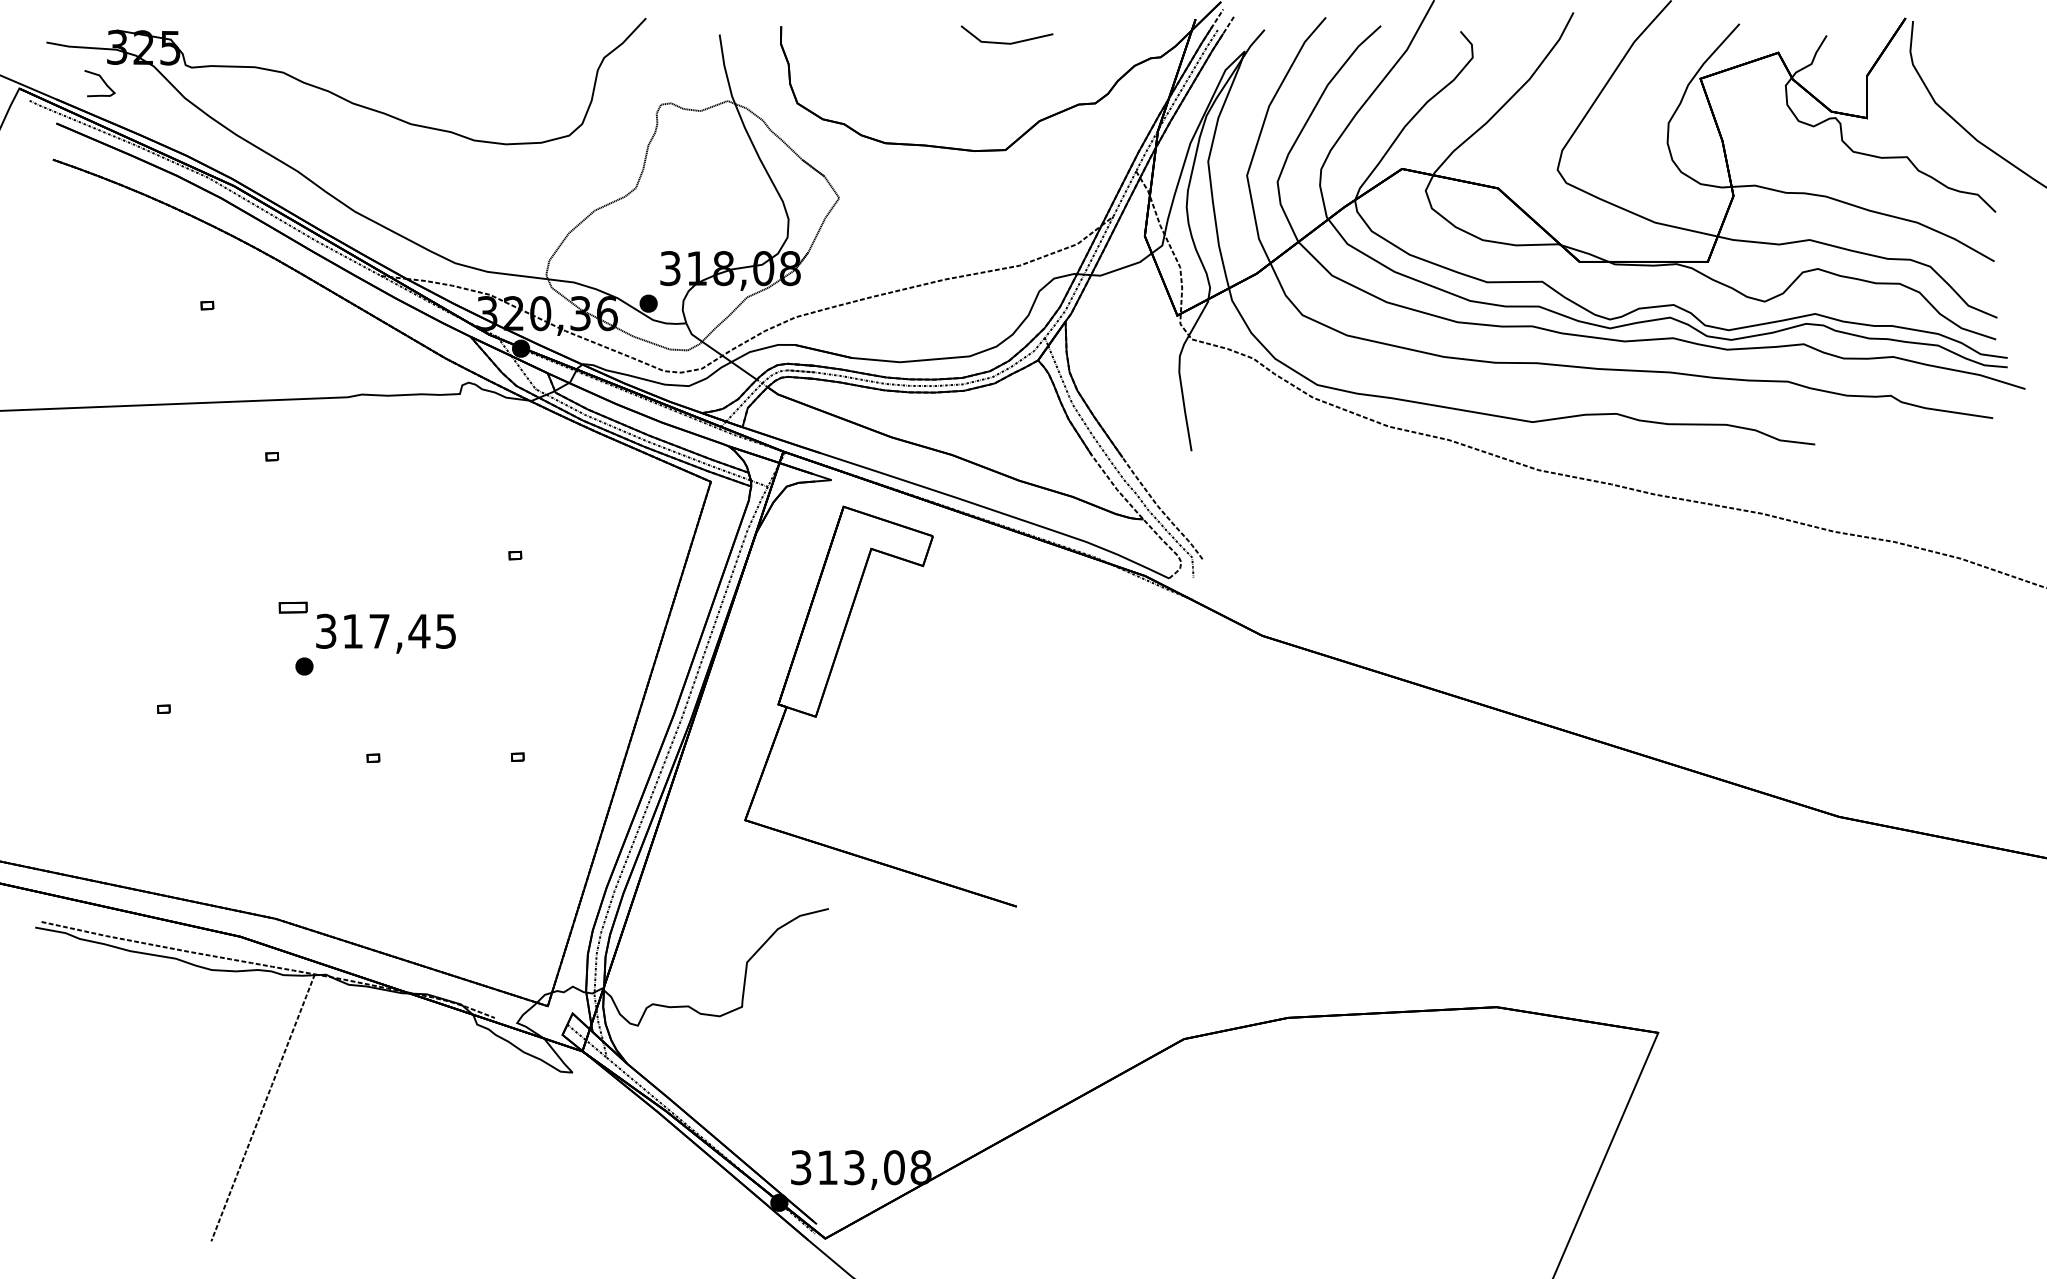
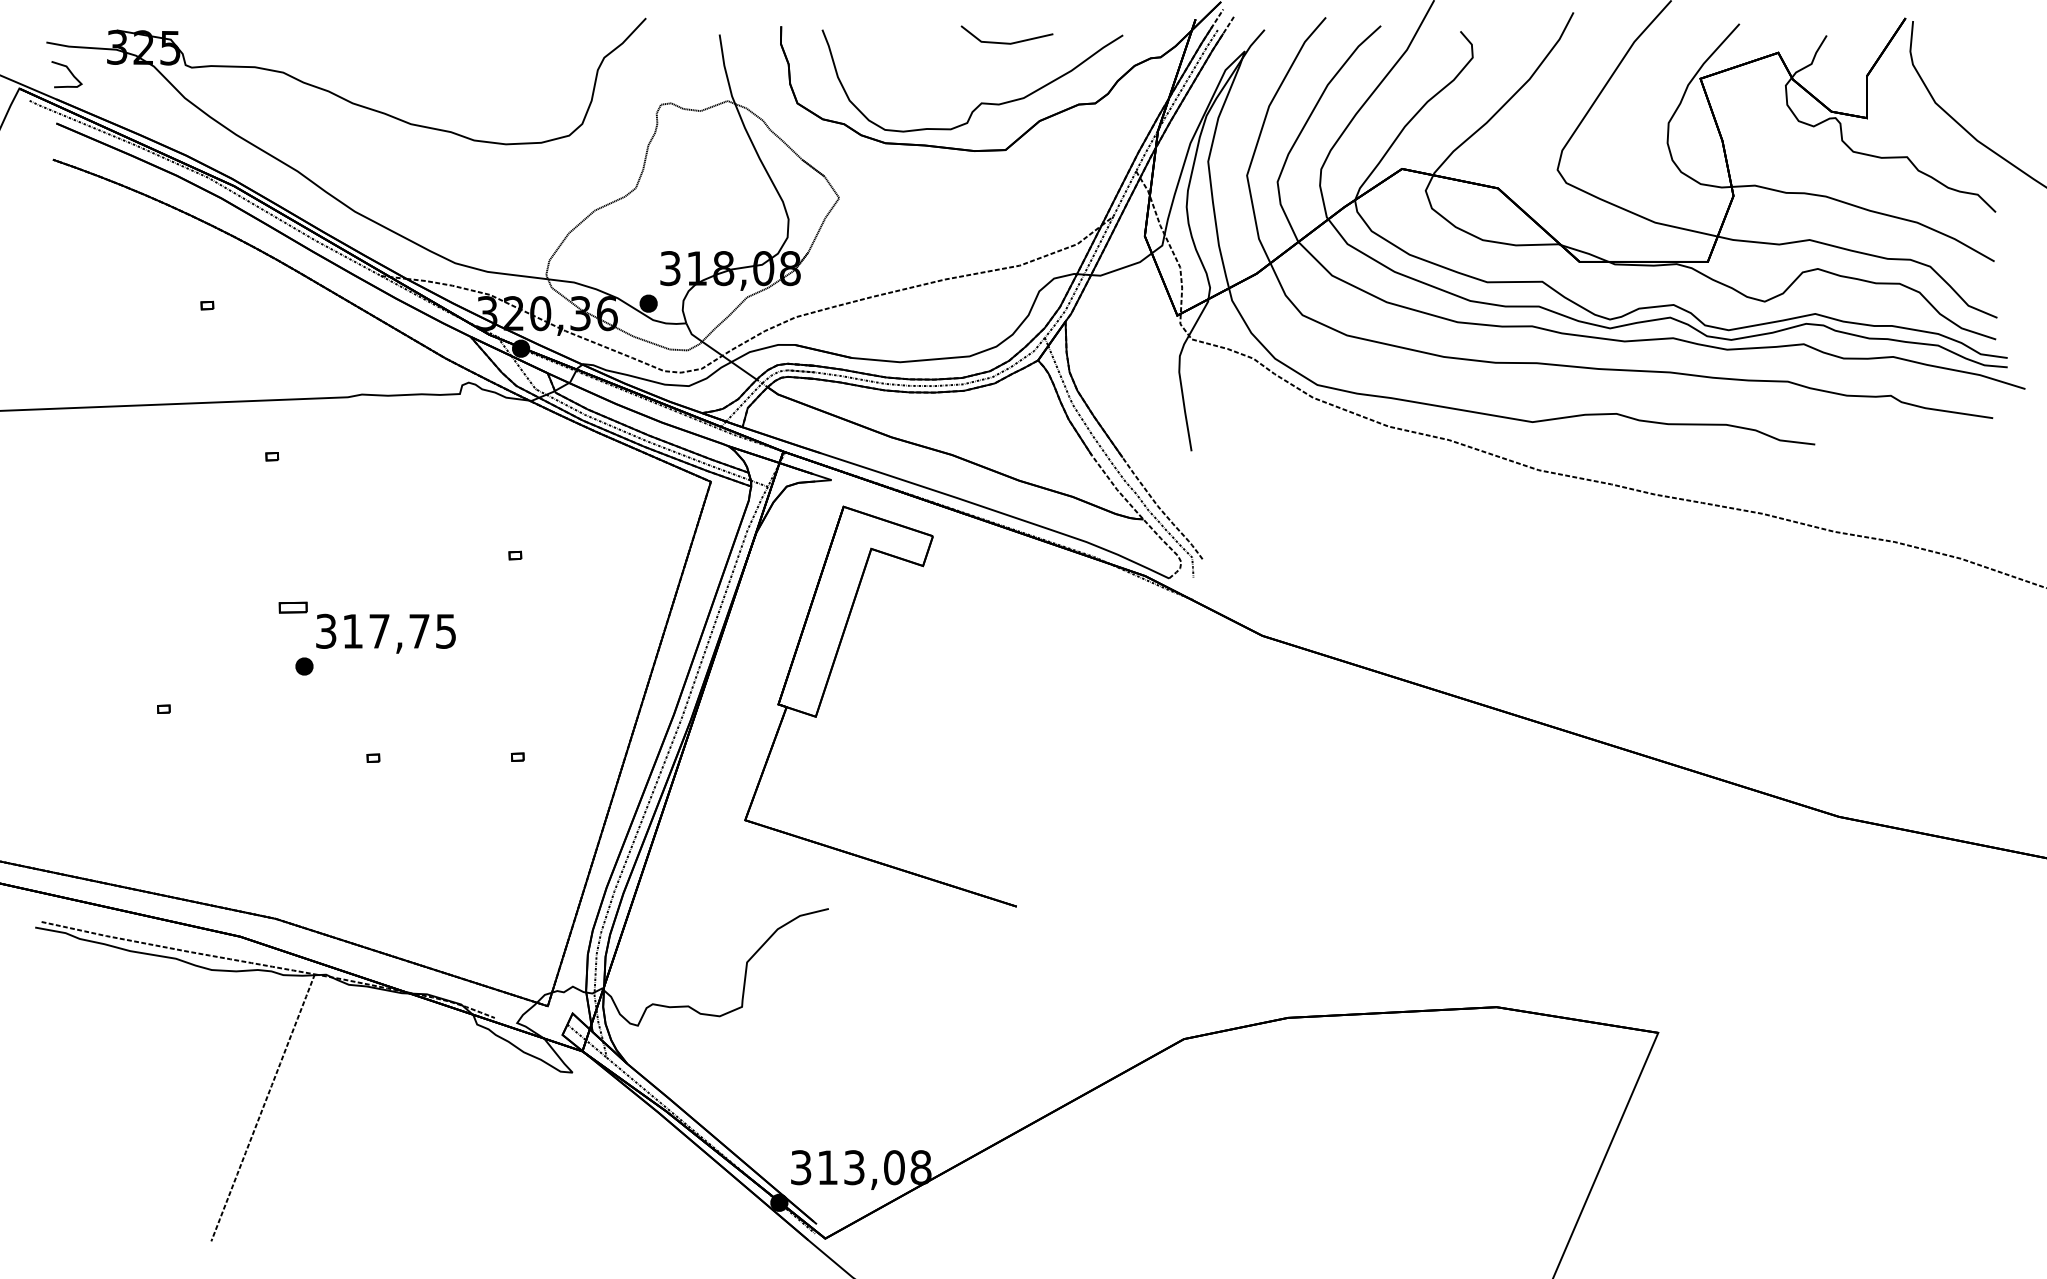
curve at (102, 81) position: (102, 81) -> (69, 72)
curve at (981, 102): none -> present
text at (419, 631): 317,45 -> 317,75
